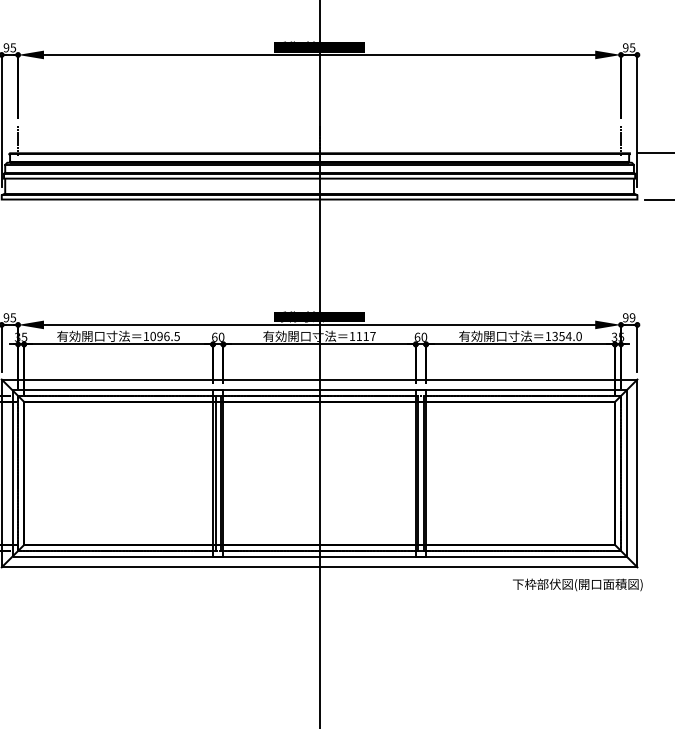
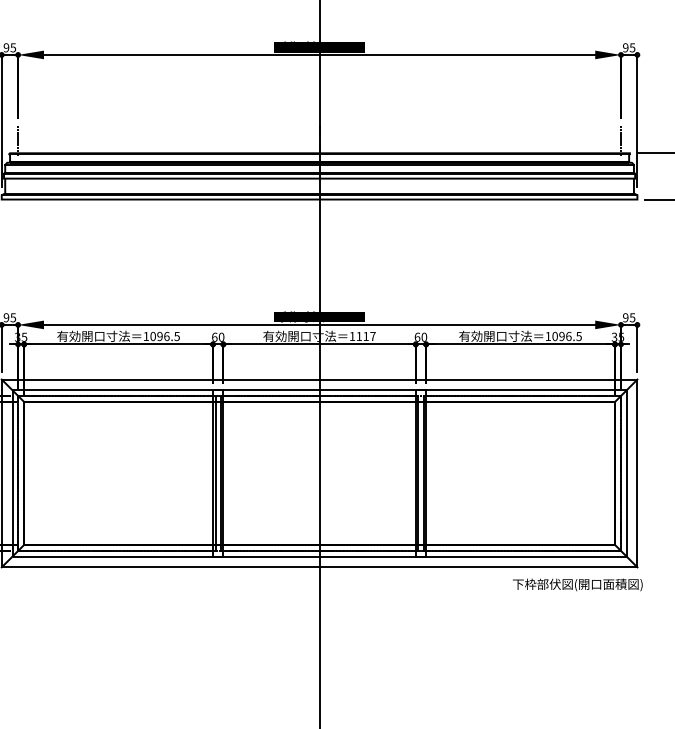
text at (632, 317): 99 -> 95
text at (566, 336): 1354.0 -> 1096.5
